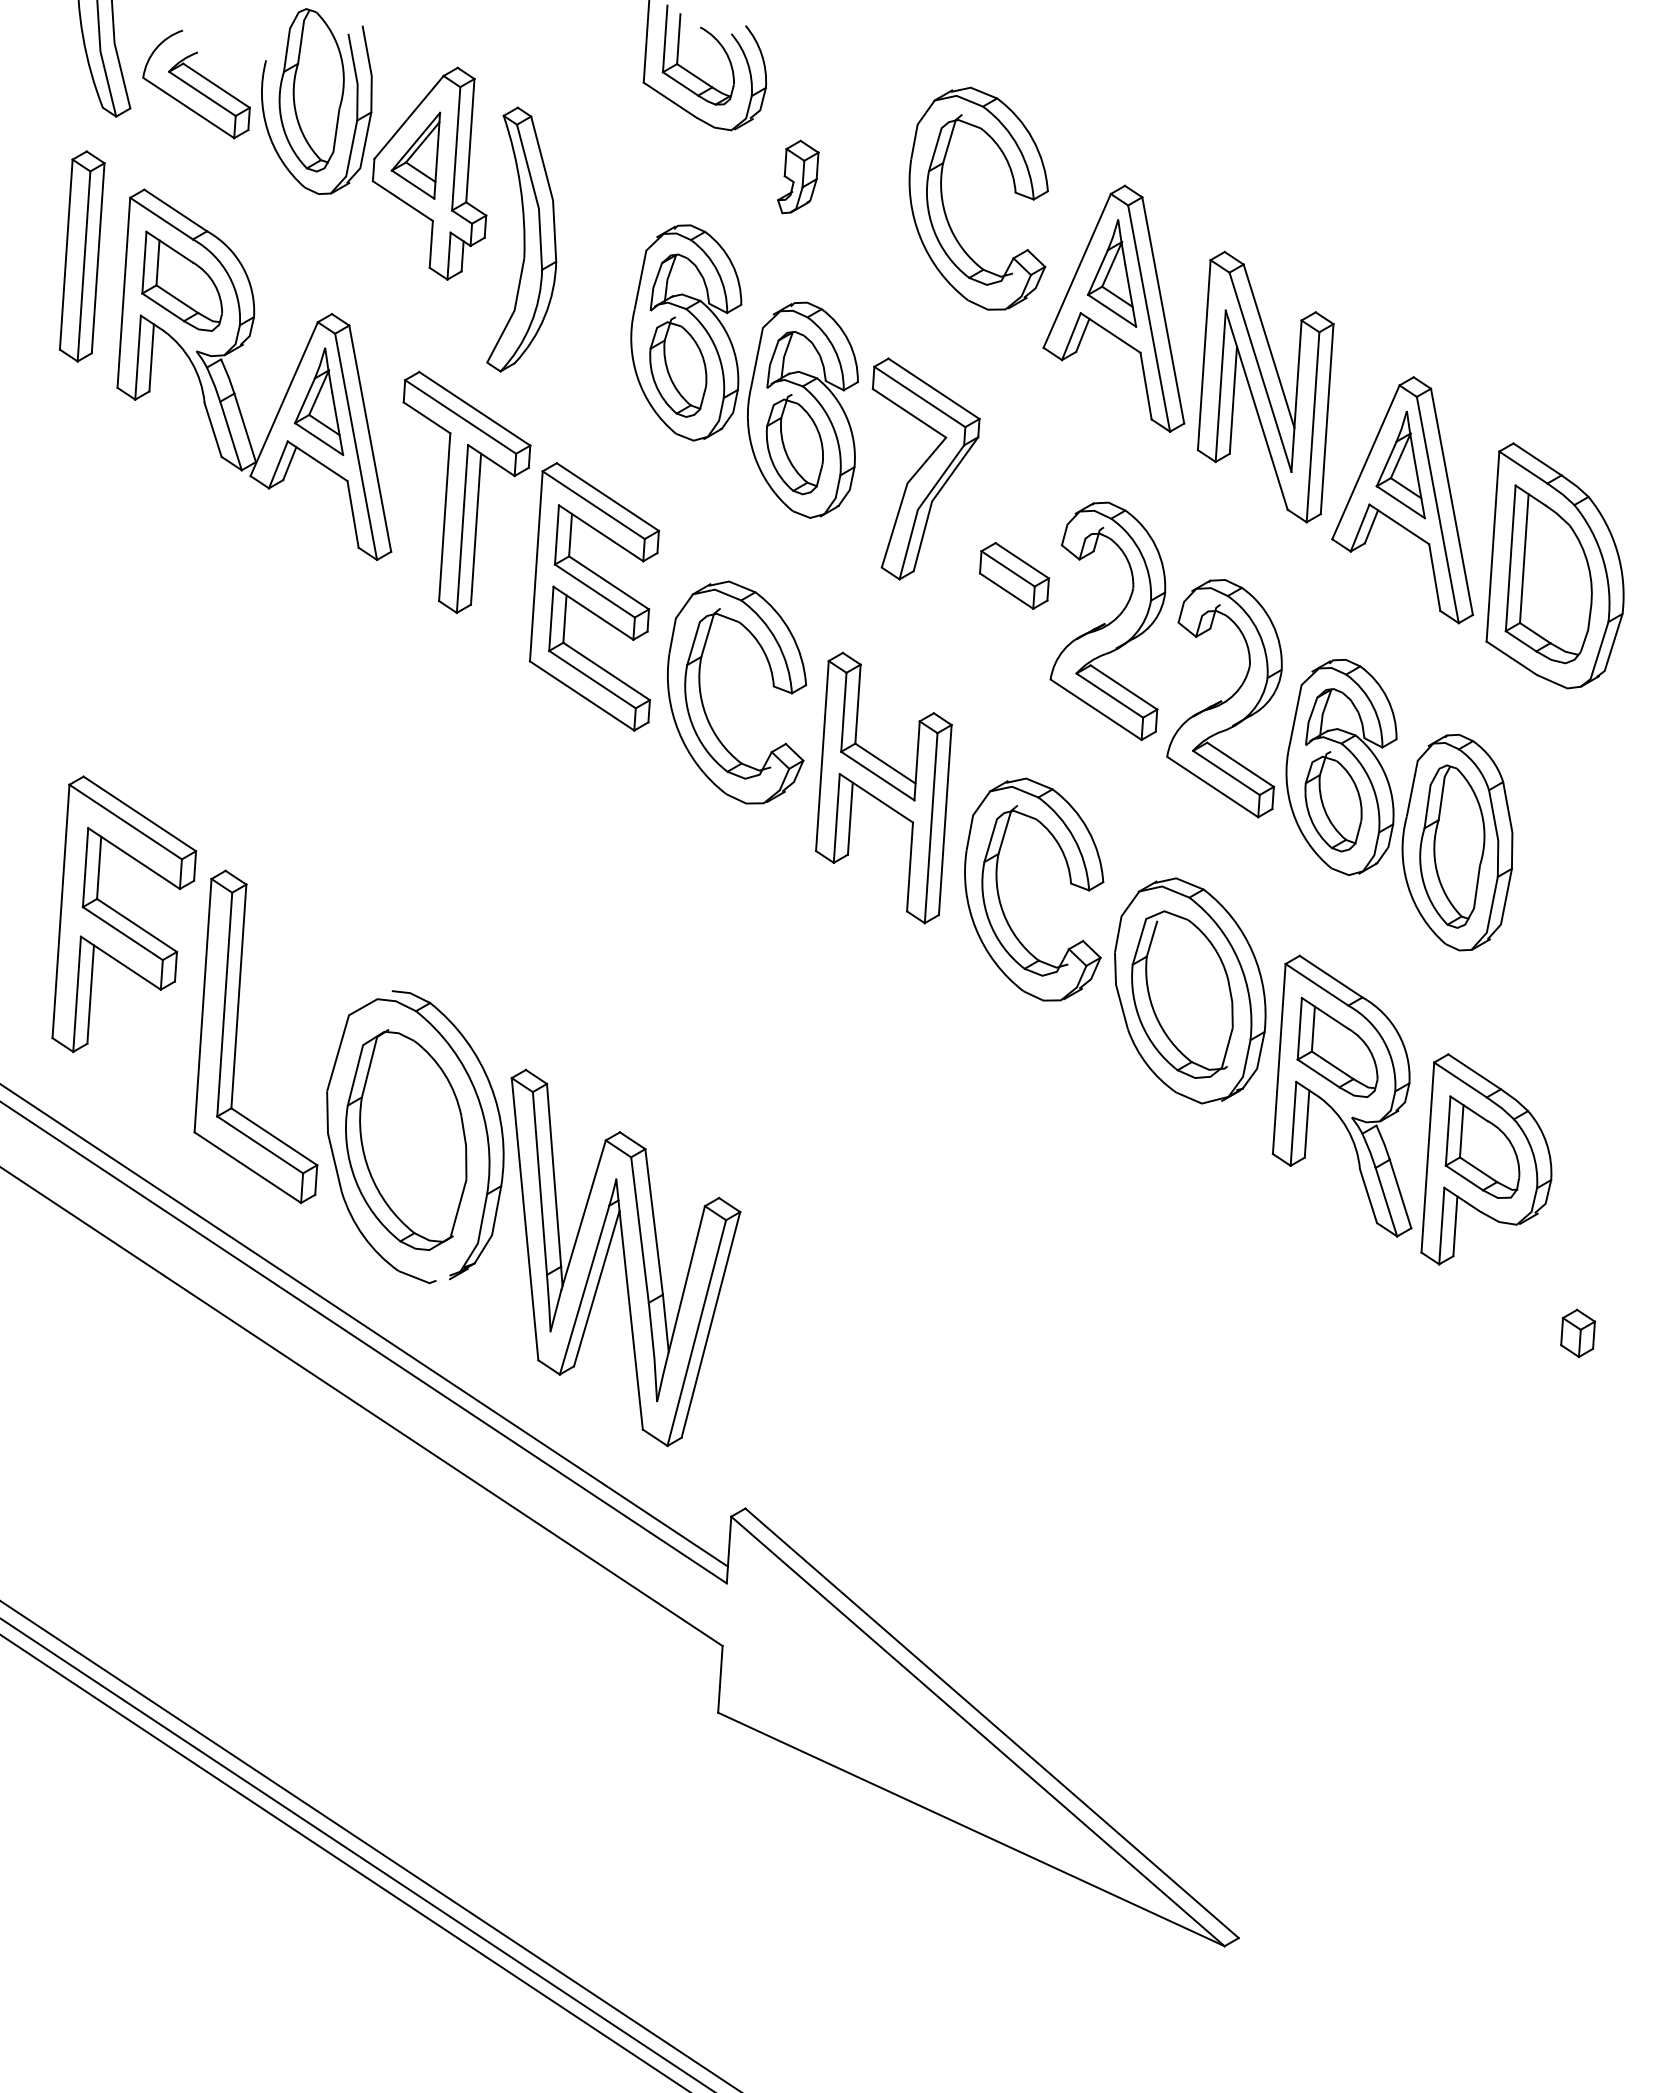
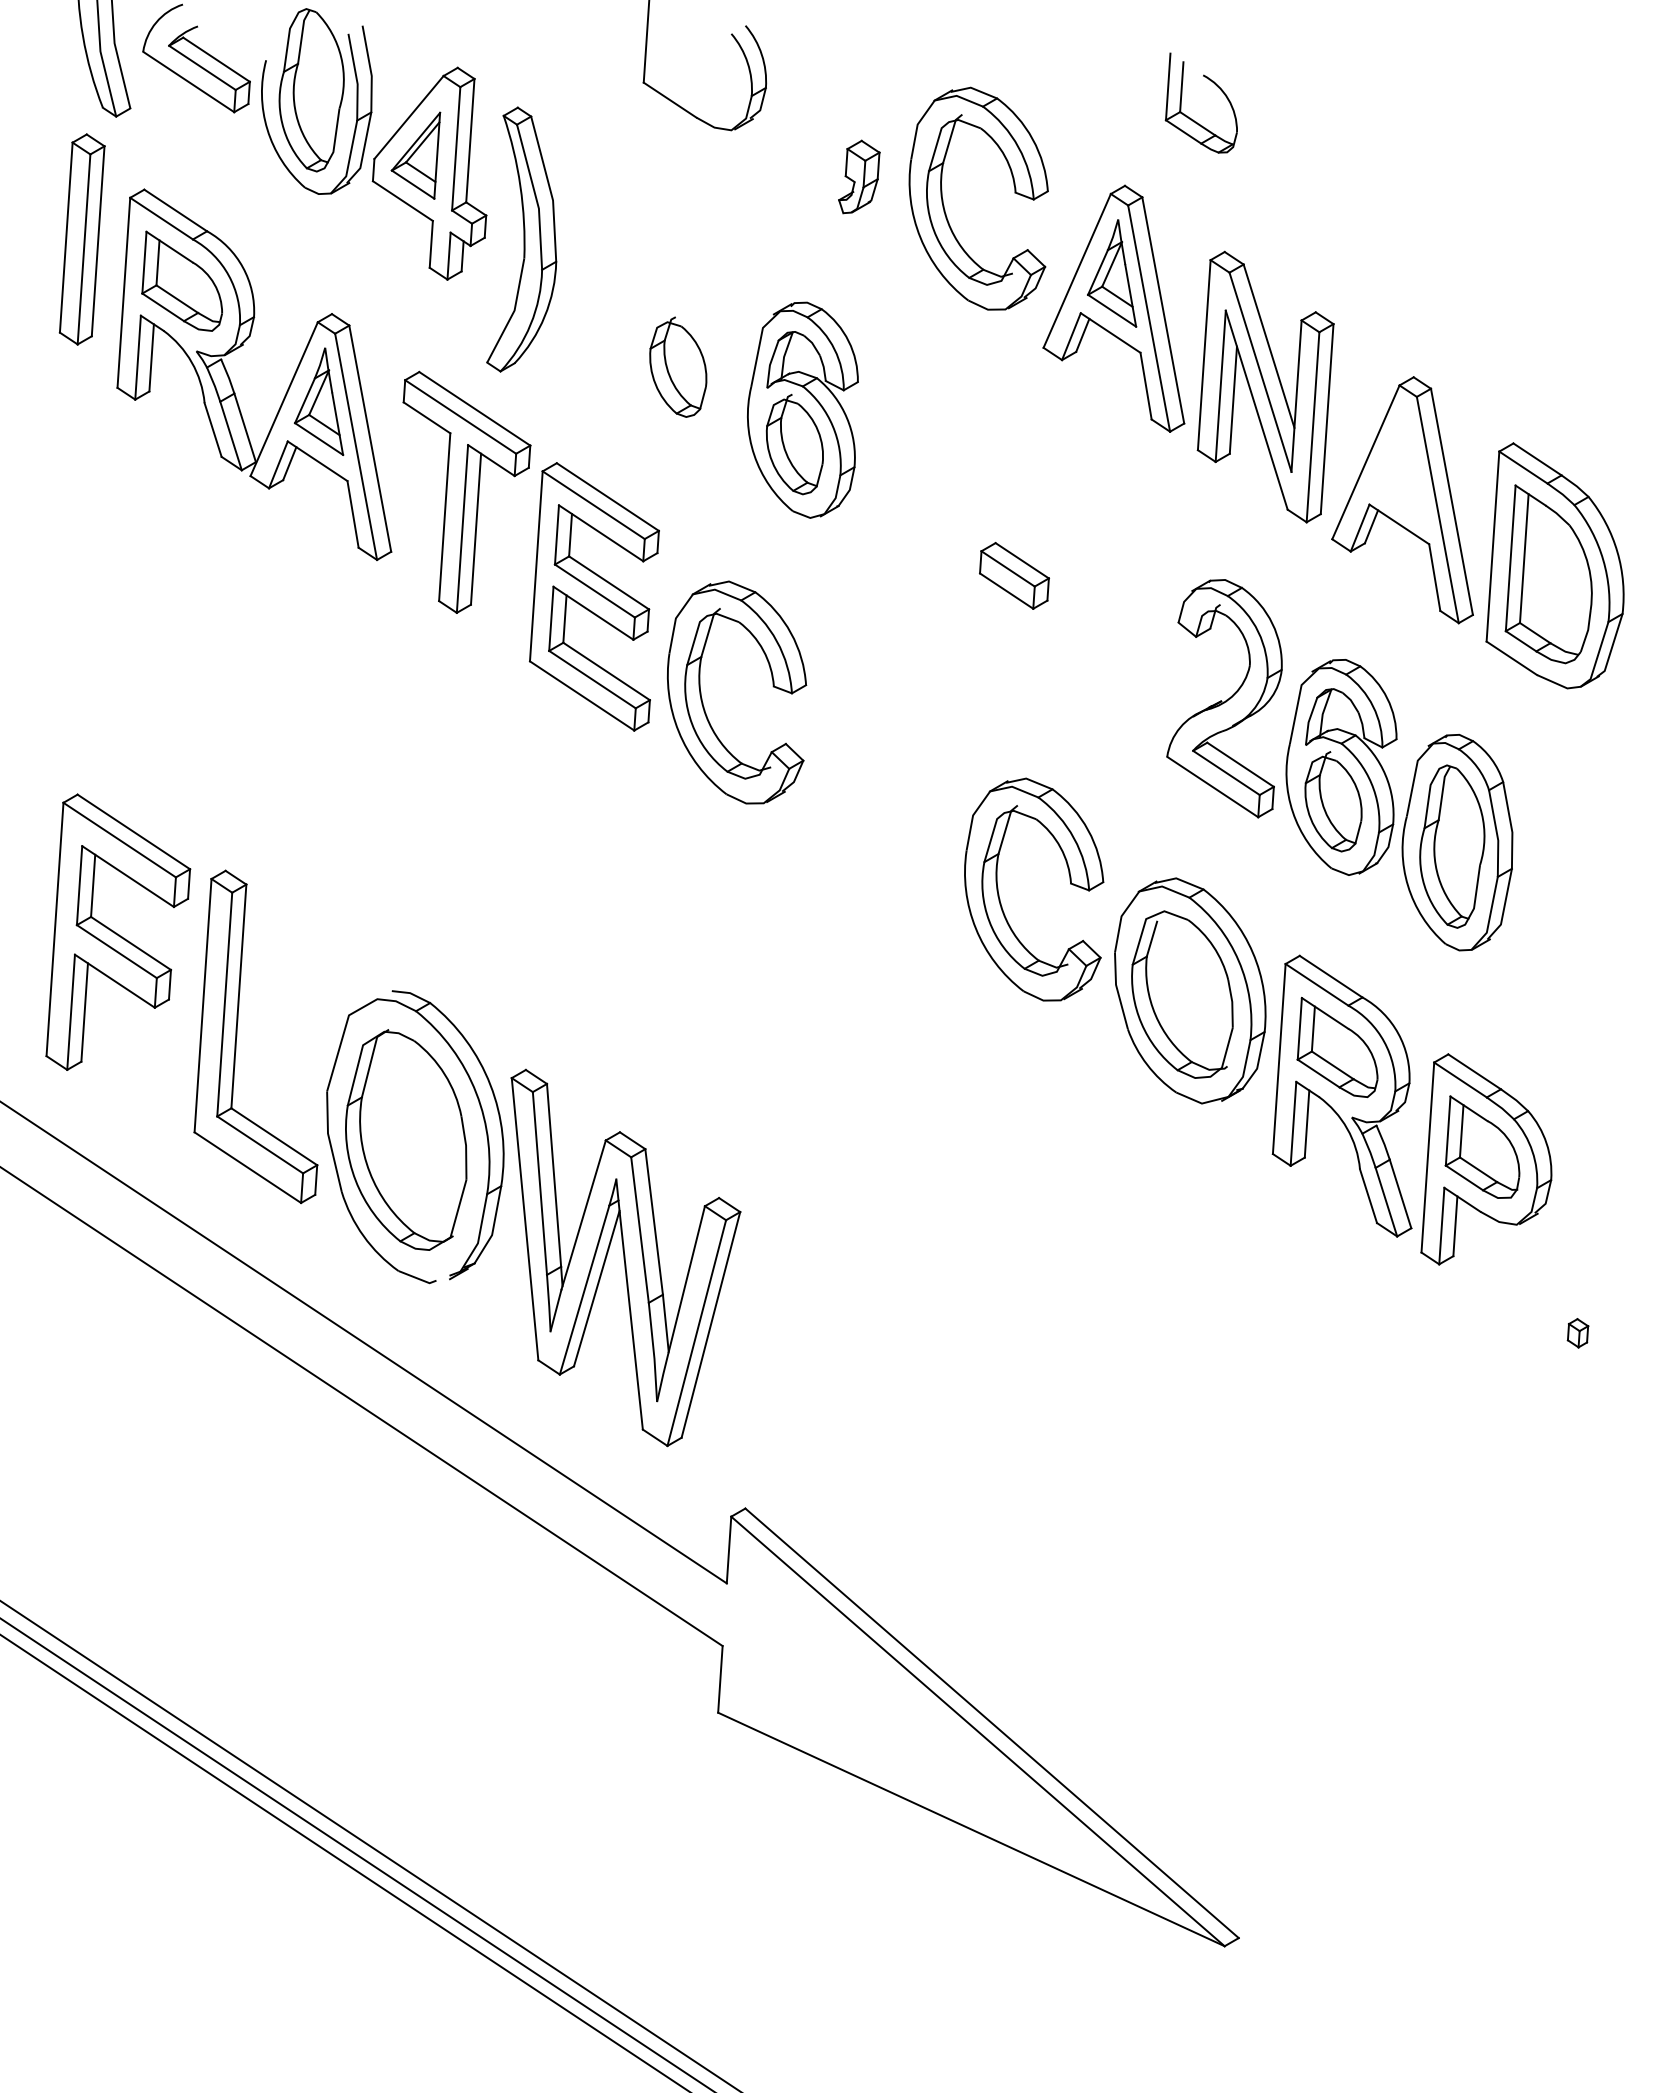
part at (687, 69) position: (687, 69) -> (1190, 117)
part at (196, 84) position: (196, 84) -> (196, 58)
part at (798, 176) position: (798, 176) -> (859, 176)
part at (81, 256) position: (81, 256) -> (81, 239)
part at (686, 332): present -> none
part at (1400, 464): present -> none
part at (925, 468): present -> none
part at (1107, 621): present -> none
part at (883, 787): present -> none
part at (124, 913) position: (124, 913) -> (118, 931)
line at (364, 1325): present -> none
part at (1577, 1332) size: 36x50 px -> 24x31 px
